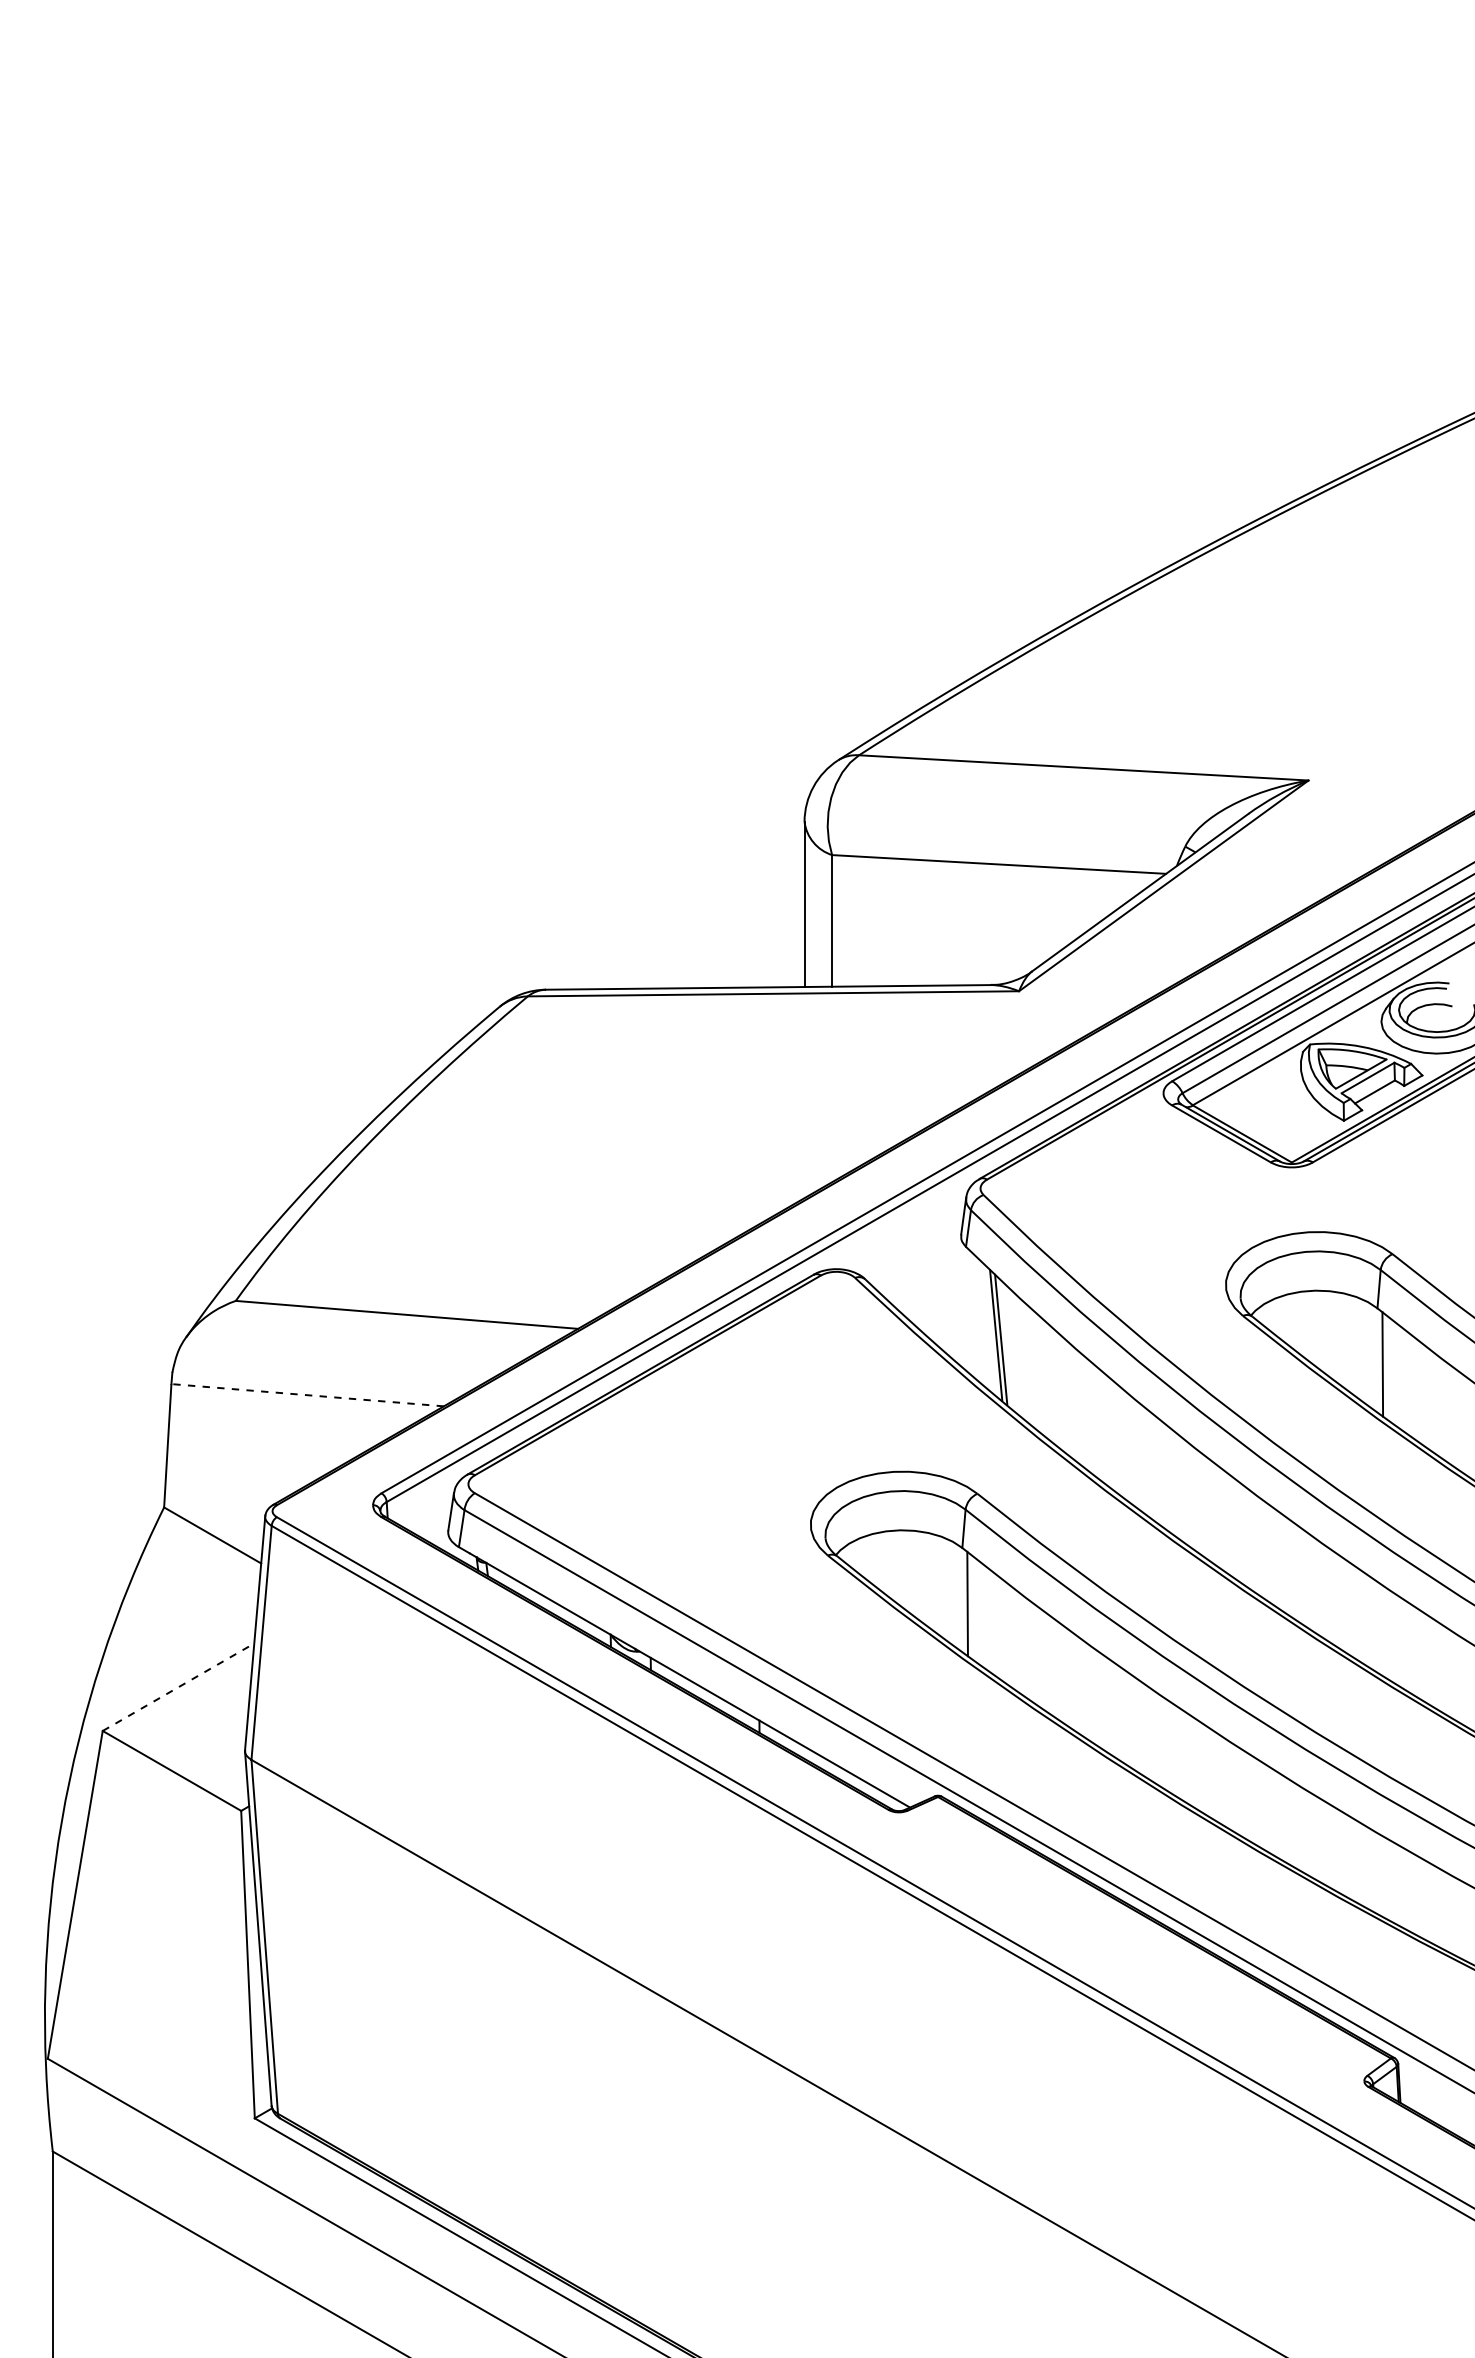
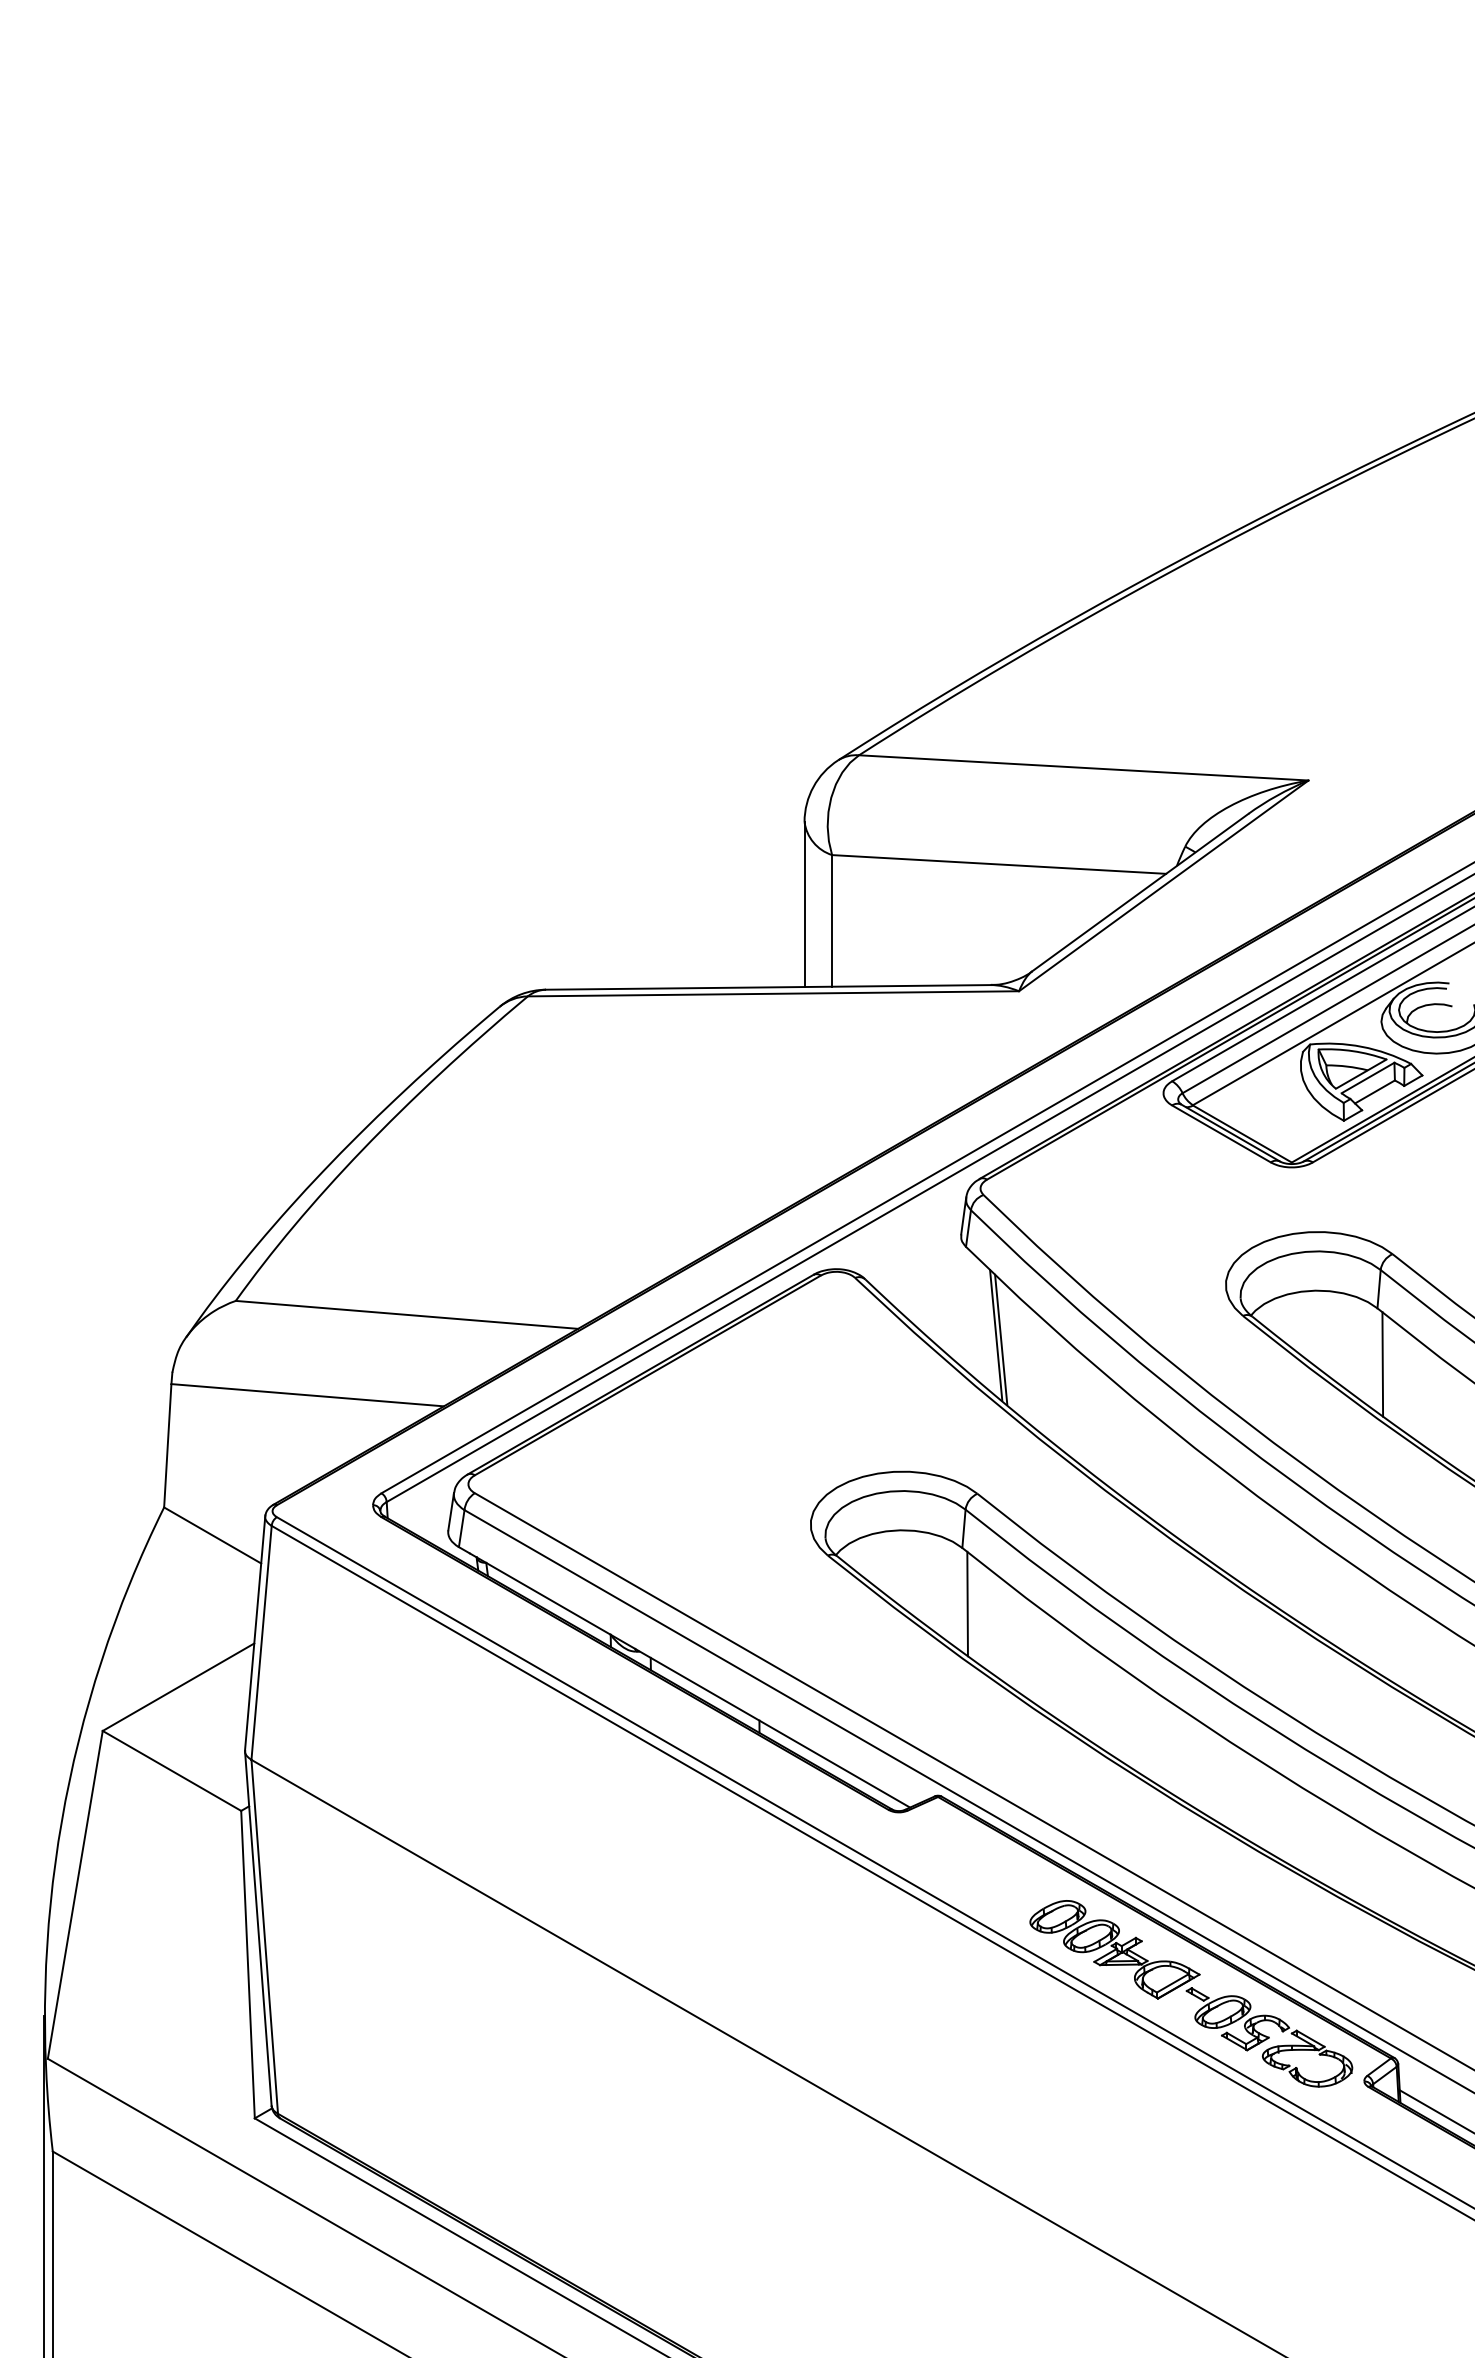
line at (307, 1395): dashed -> solid
line at (178, 1686): dashed -> solid
part at (1191, 1993): none -> present
line at (1435, 2110): none -> present
line at (44, 2185): none -> present
